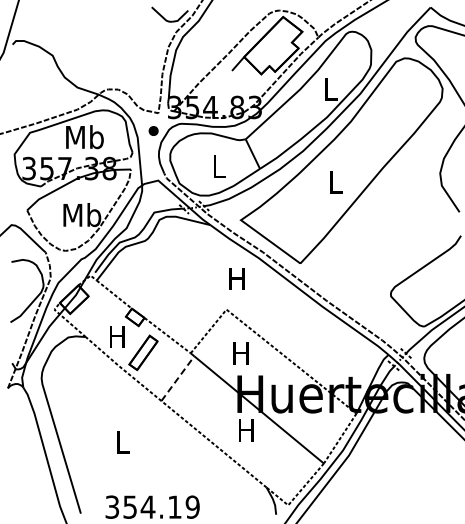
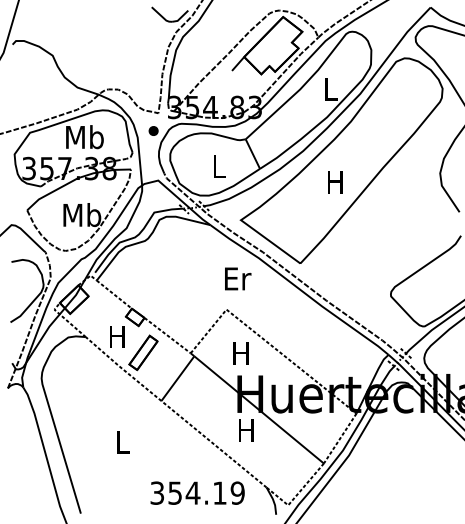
text at (335, 182): L -> H
text at (238, 278): H -> Er
line at (177, 378): dashed -> solid
text at (152, 506) position: (152, 506) -> (197, 492)
